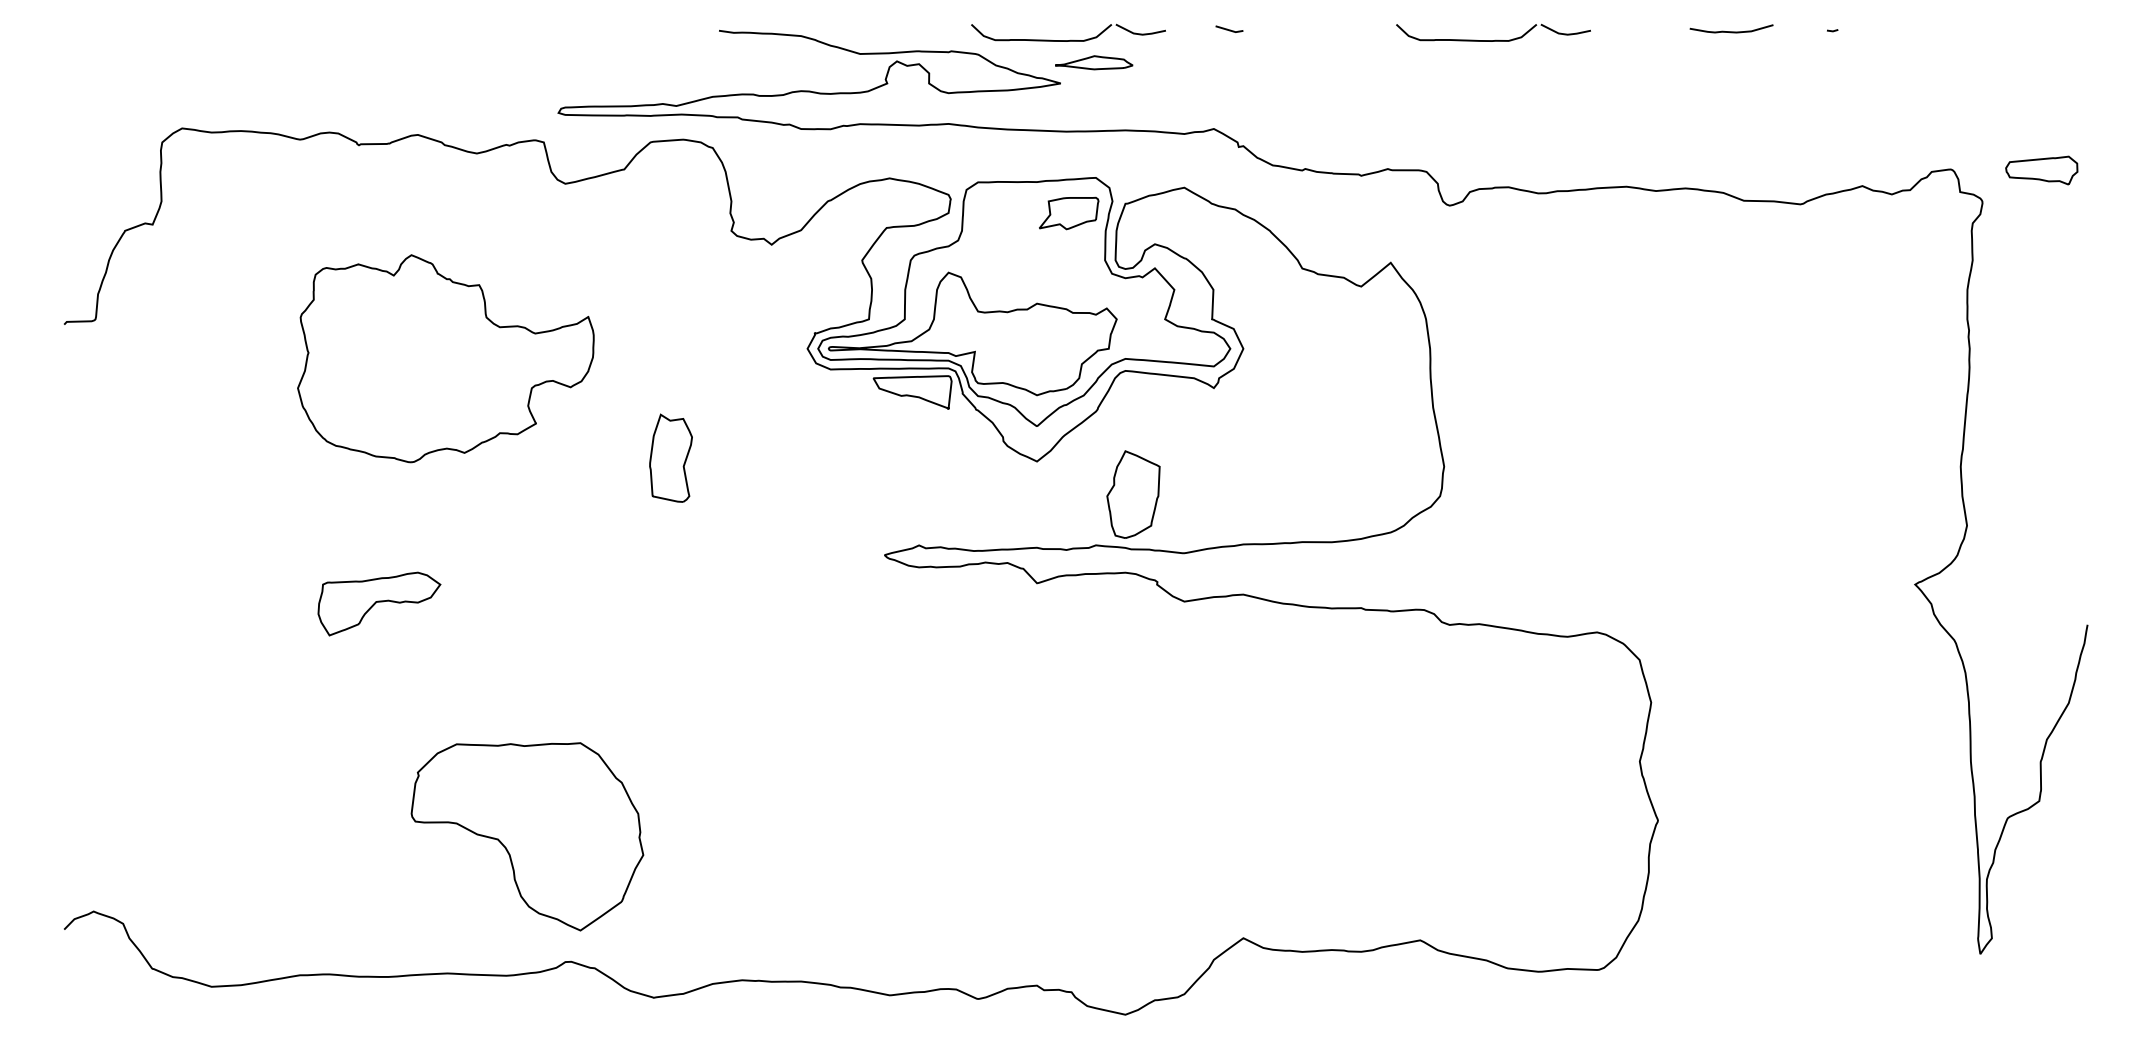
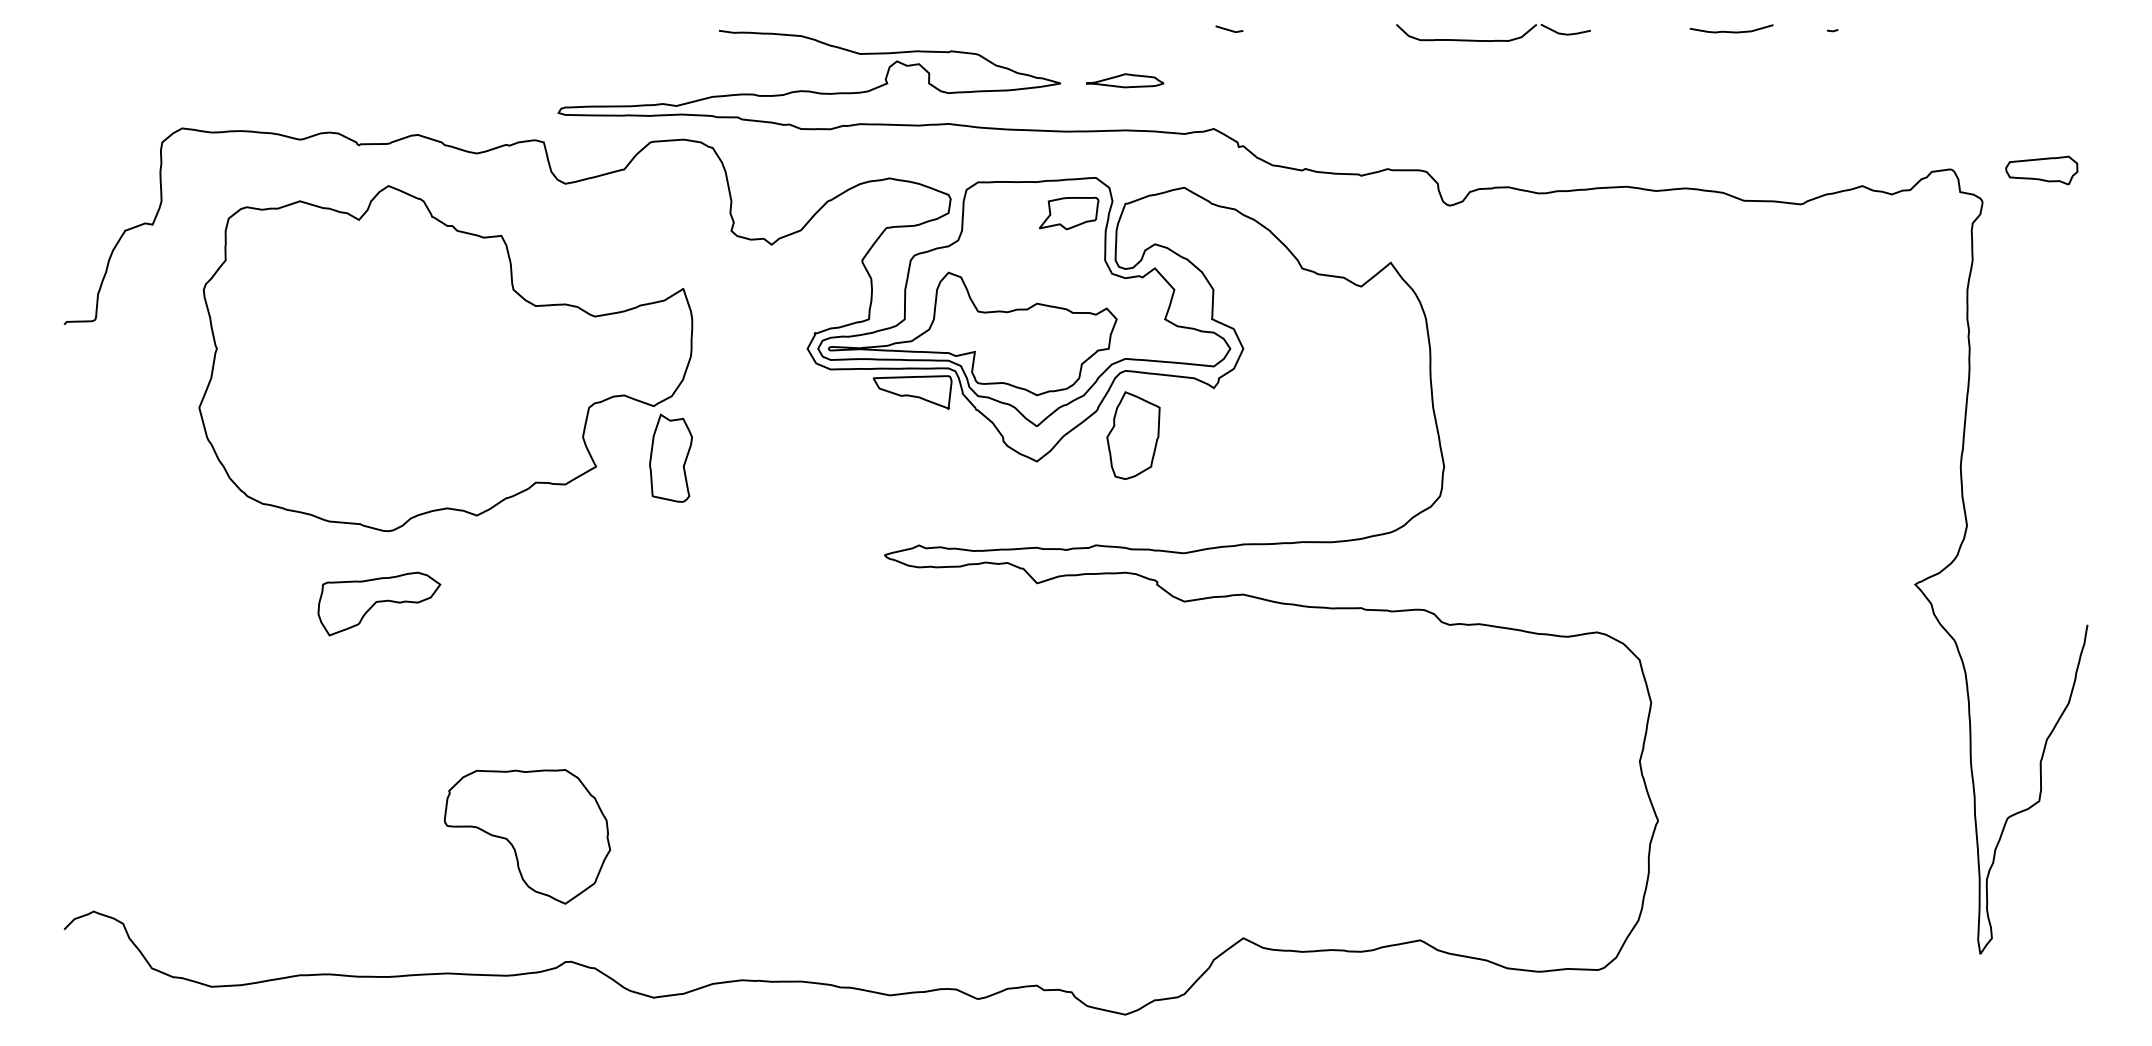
part at (1070, 39): present -> none
part at (1094, 62) position: (1094, 62) -> (1125, 80)
part at (445, 358) size: 298x210 px -> 496x348 px
part at (1133, 494) position: (1133, 494) -> (1133, 435)
part at (527, 836) size: 235x190 px -> 169x136 px
